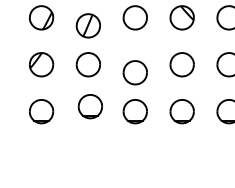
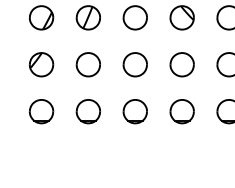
part at (87, 25) position: (87, 25) -> (87, 17)
part at (134, 72) position: (134, 72) -> (134, 64)
part at (89, 106) position: (89, 106) -> (87, 111)
